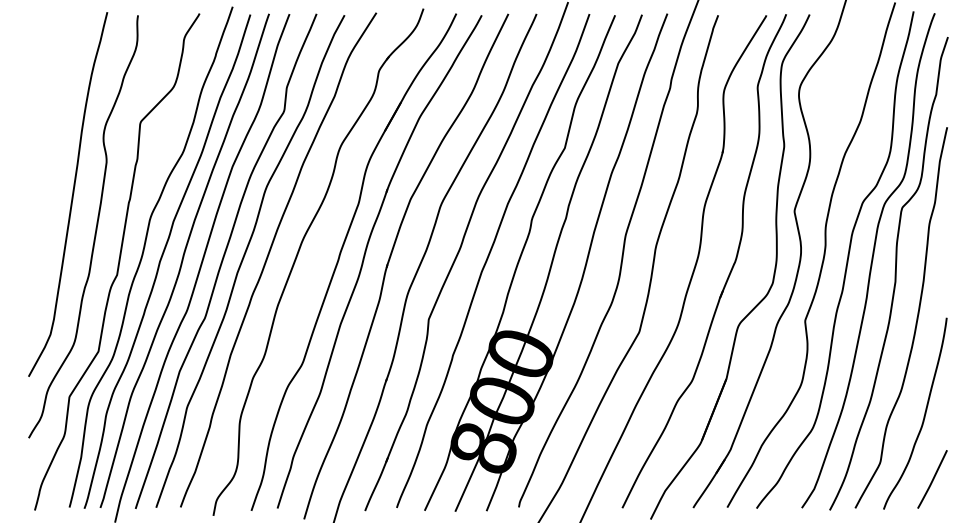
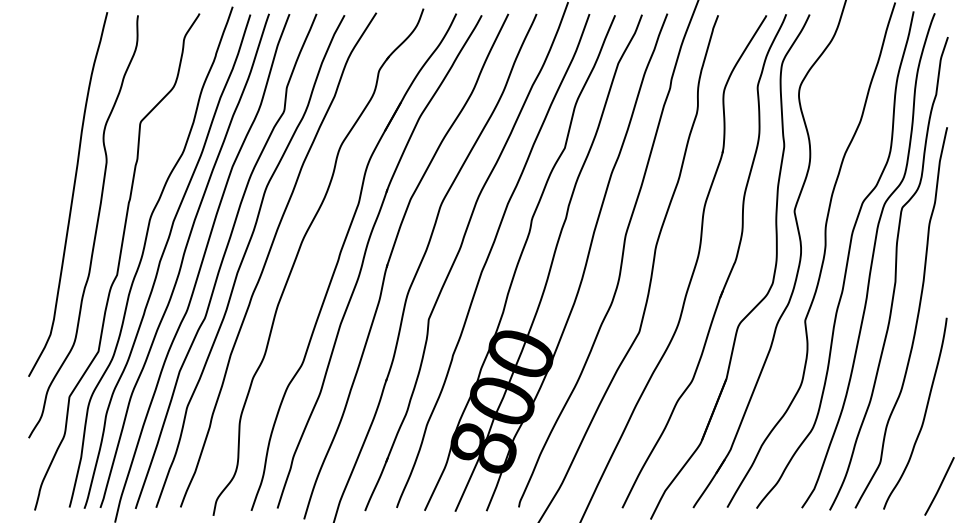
line at (932, 479) position: (932, 479) -> (939, 486)
